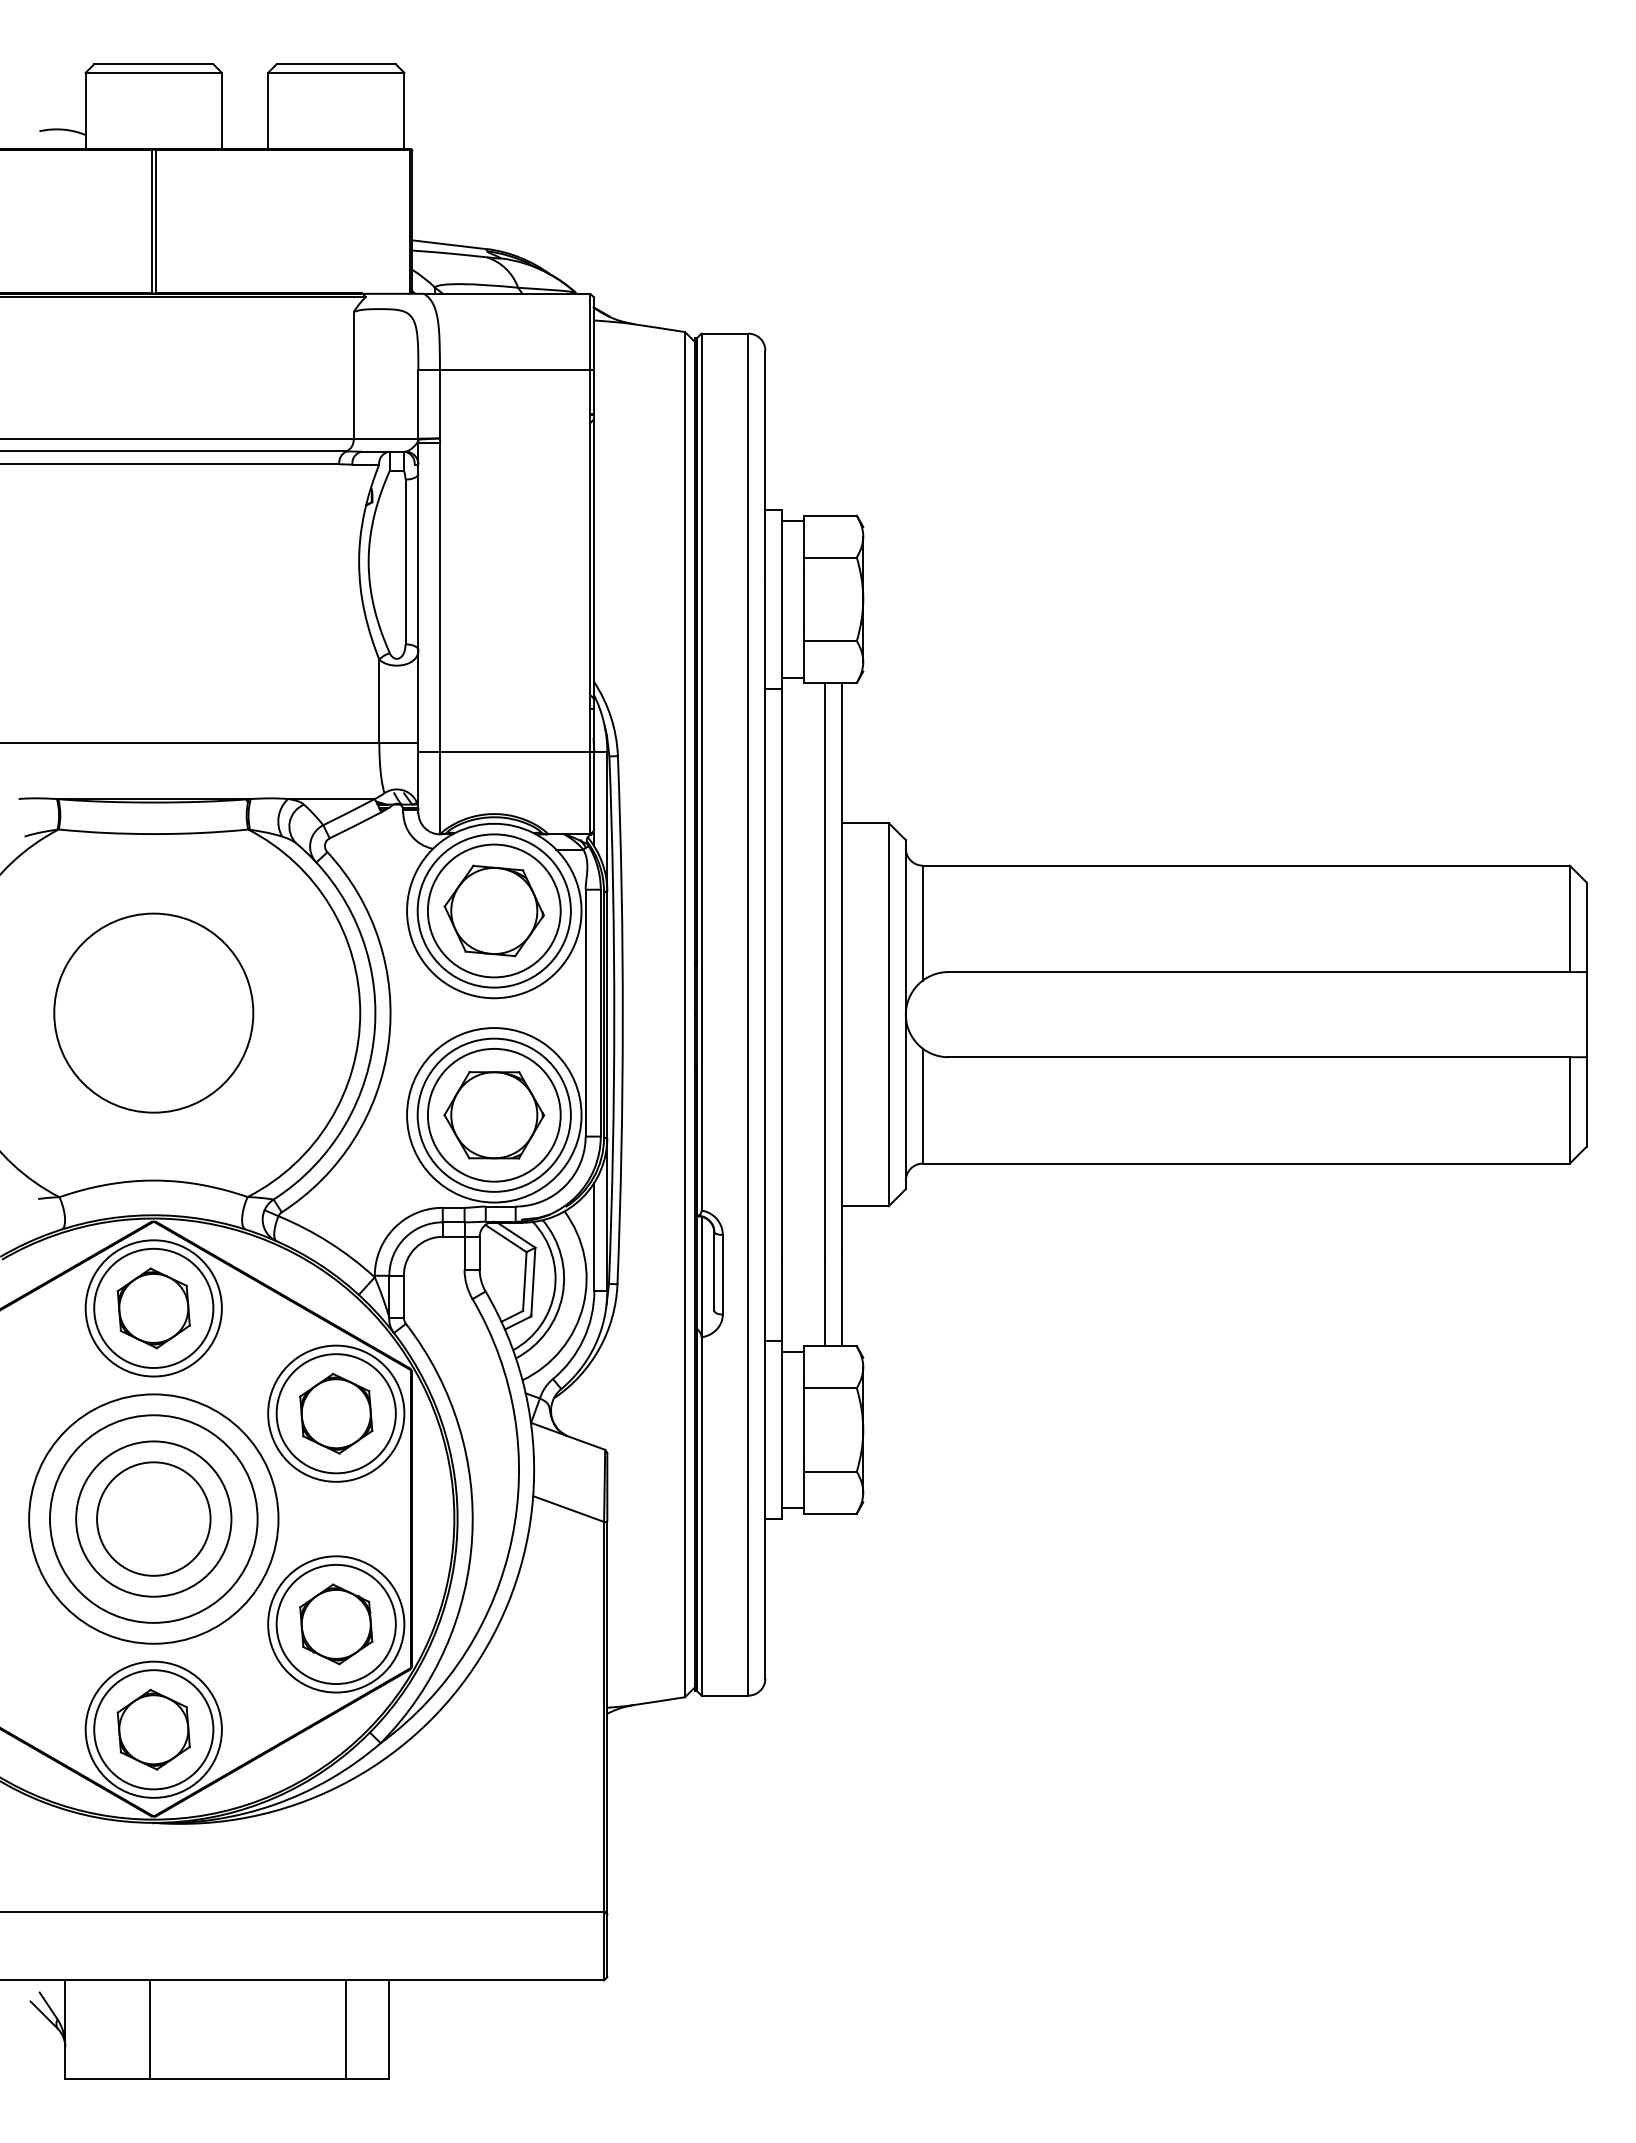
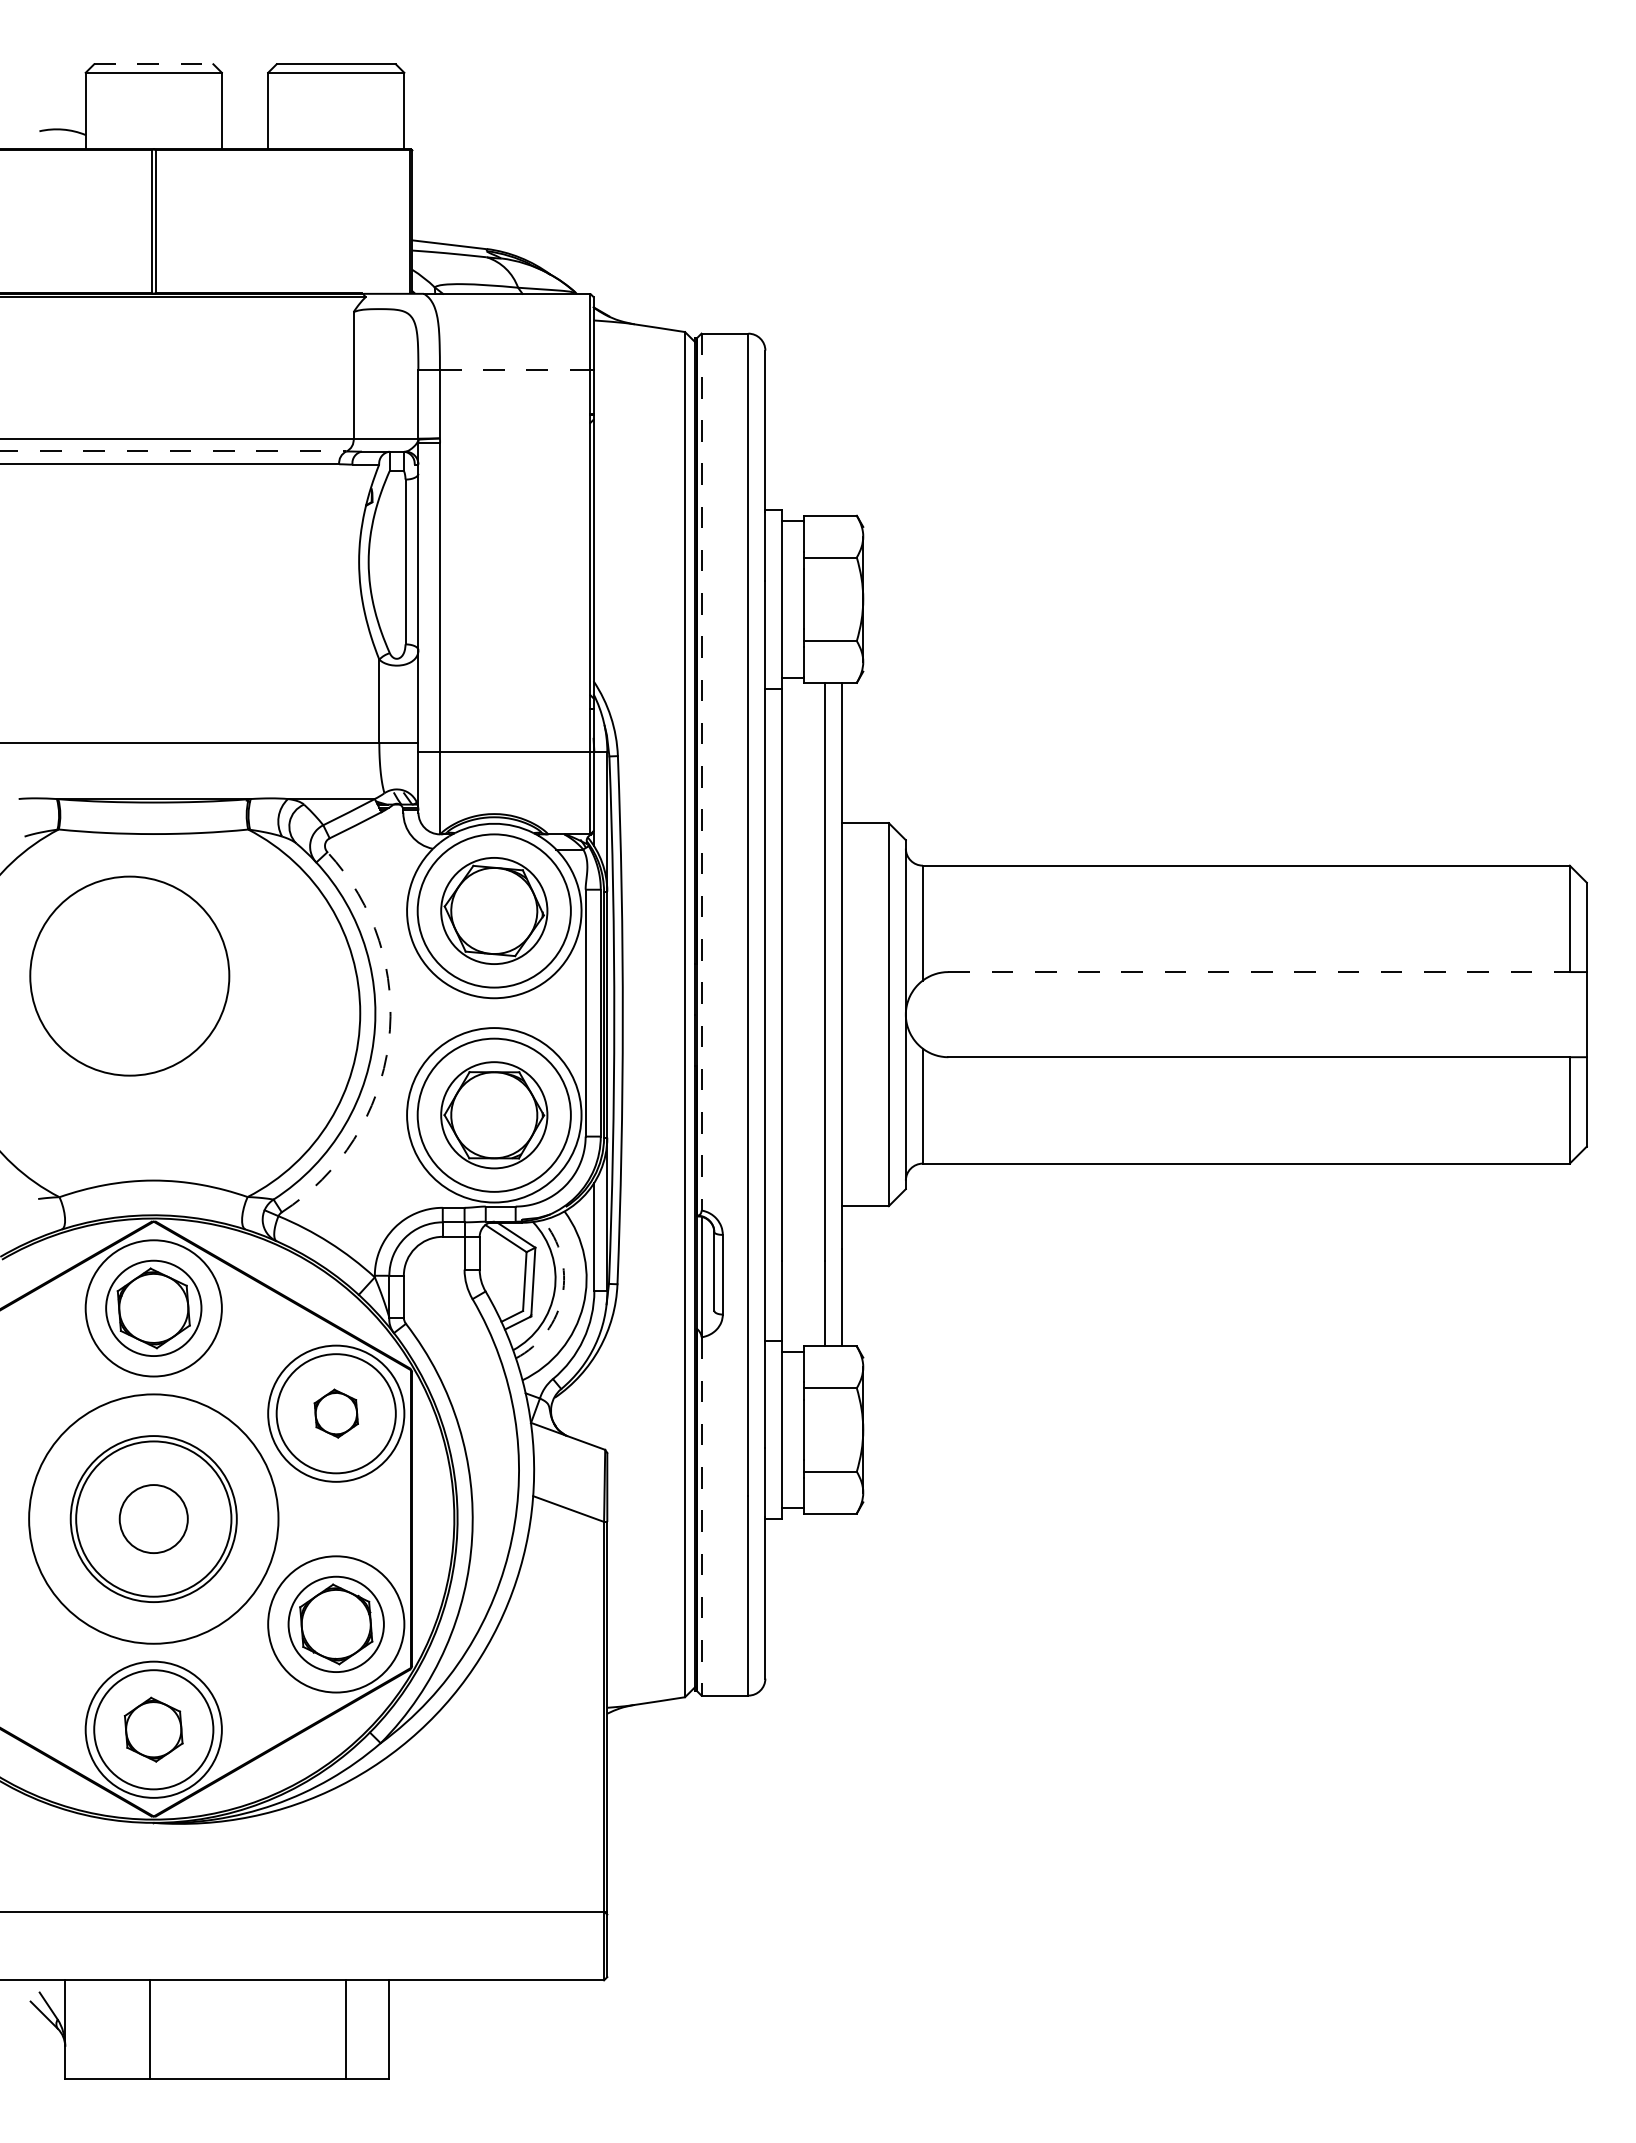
line at (153, 64): solid -> dashed
line at (515, 369): solid -> dashed
line at (173, 451): solid -> dashed
line at (701, 772): solid -> dashed
circle at (493, 910) diameter: 133 px -> 106 px
line at (1259, 972): solid -> dashed
circle at (153, 1012) position: (153, 1012) -> (129, 975)
arc at (388, 1042): solid -> dashed
circle at (493, 1114) diameter: 133 px -> 106 px
arc at (562, 1295): solid -> dashed
circle at (153, 1308) diameter: 119 px -> 95 px
part at (336, 1413) size: 75x83 px -> 46x51 px
line at (701, 1516): solid -> dashed
circle at (153, 1518) diameter: 114 px -> 68 px
circle at (153, 1518) diameter: 208 px -> 166 px
circle at (335, 1624) diameter: 119 px -> 95 px
part at (153, 1729) size: 75x83 px -> 61x67 px
